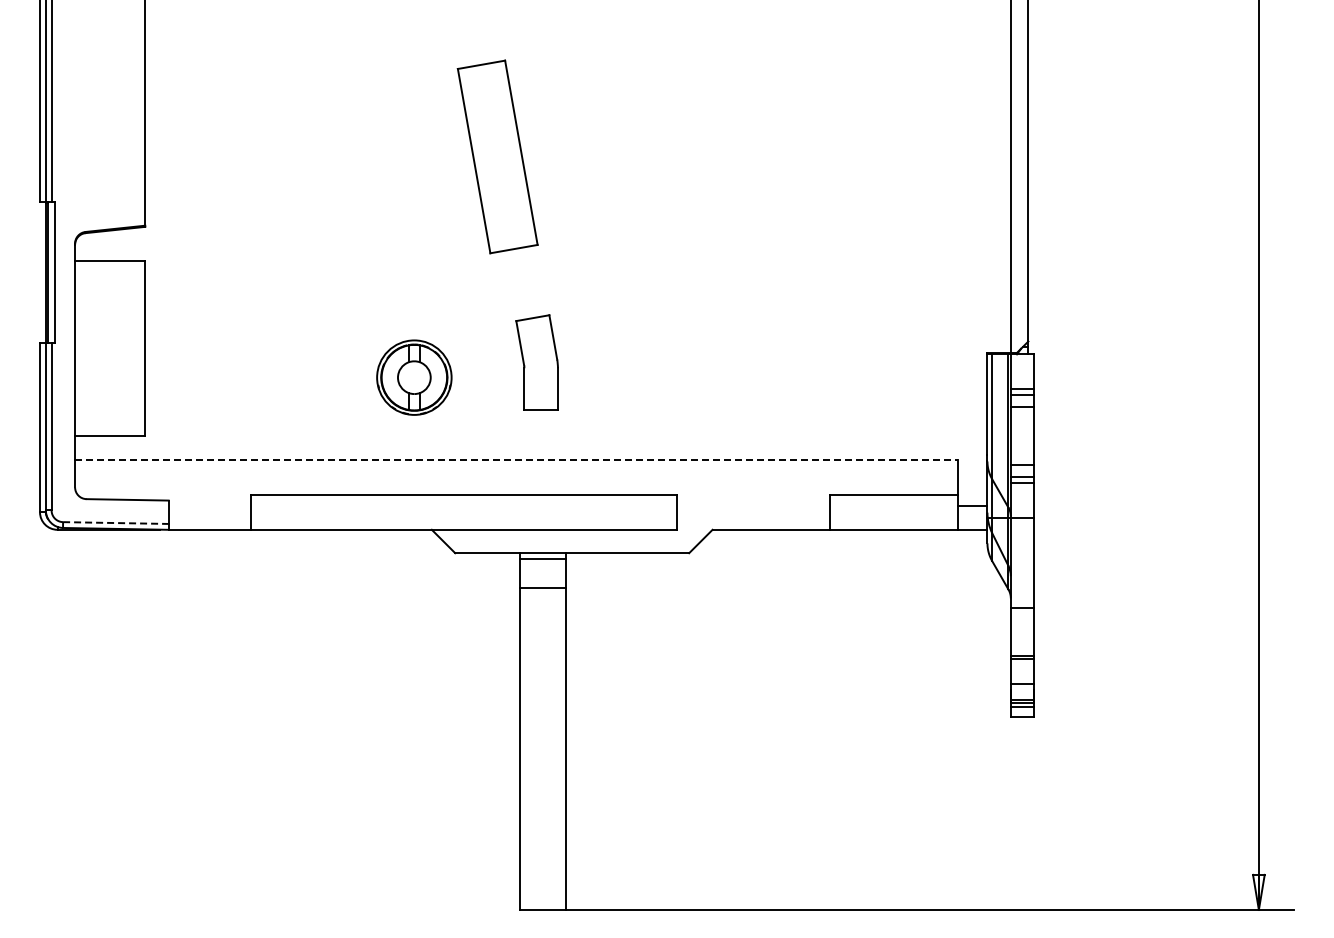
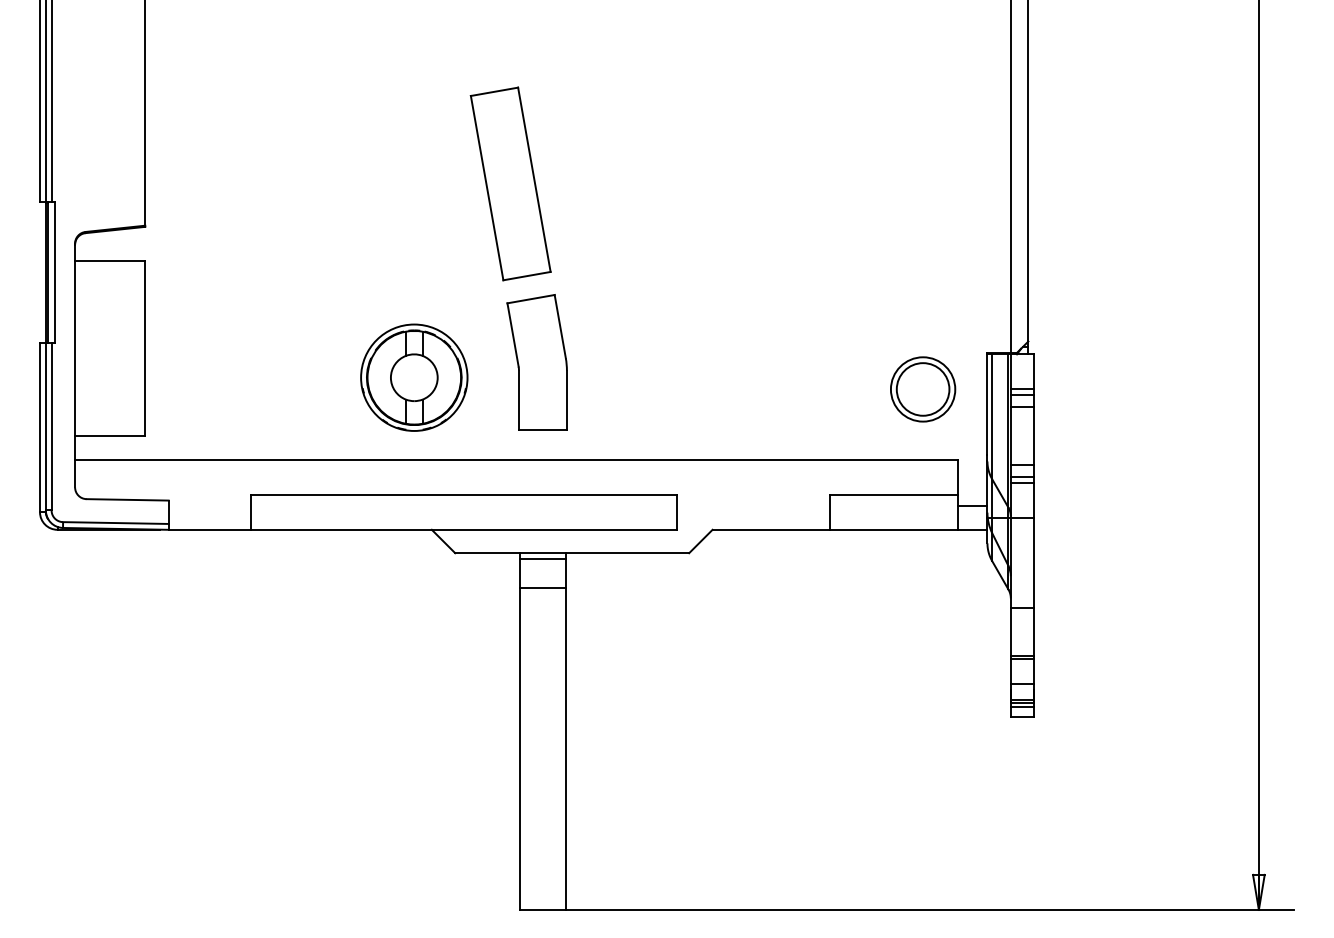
part at (497, 156) position: (497, 156) -> (510, 183)
part at (536, 362) size: 44x97 px -> 62x137 px
part at (414, 377) size: 77x77 px -> 109x109 px
part at (923, 389): none -> present
line at (516, 459): dashed -> solid
line at (115, 523): dashed -> solid
